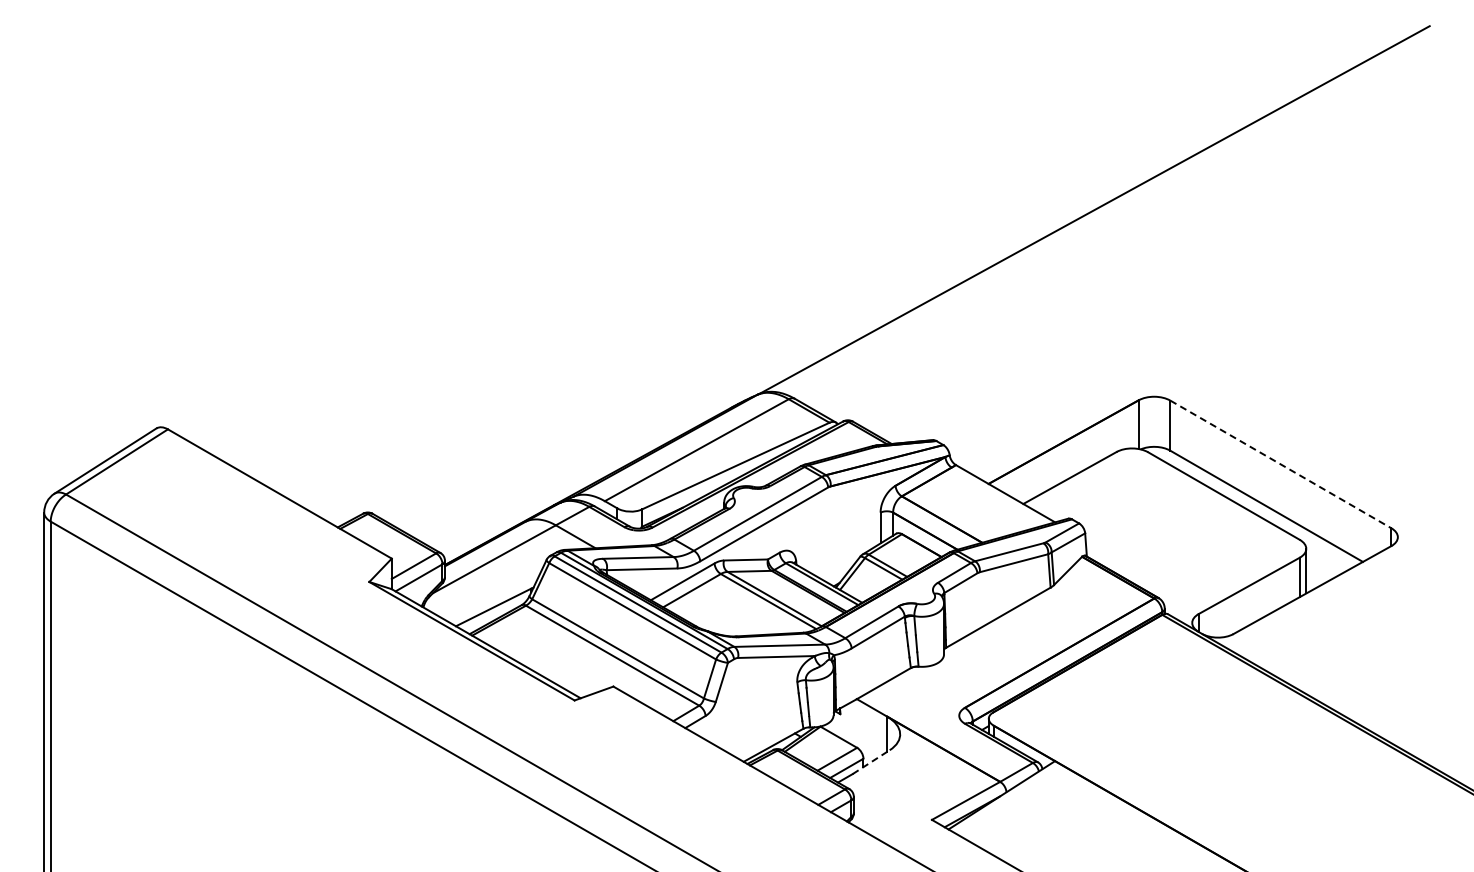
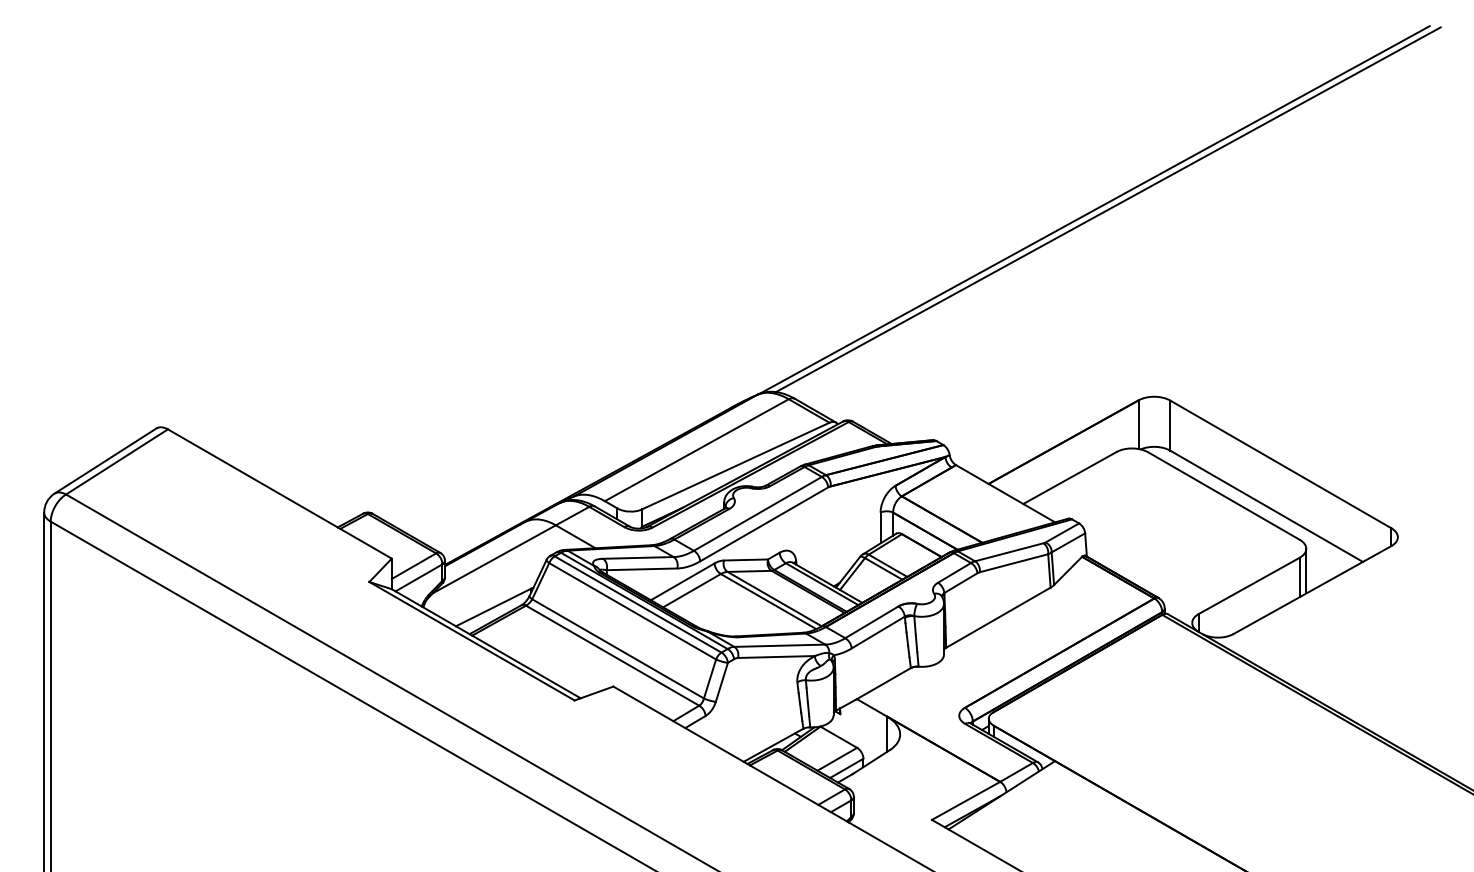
line at (1107, 209): none -> present
line at (1280, 464): dashed -> solid
line at (871, 761): dashed -> solid
